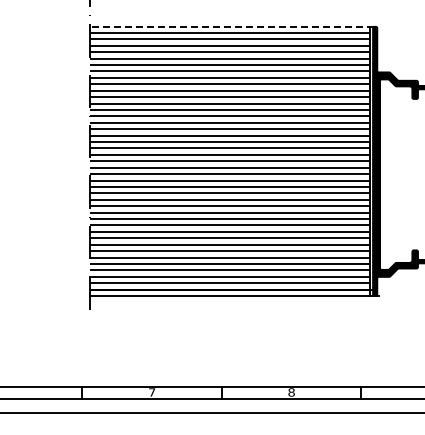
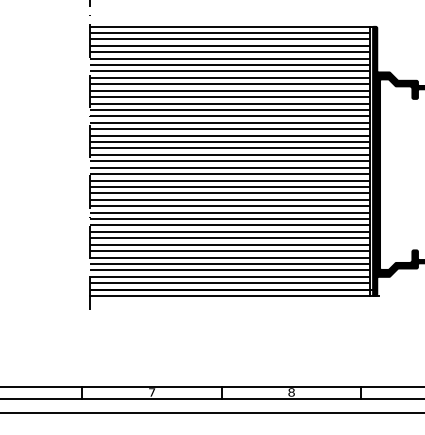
line at (231, 26): dashed -> solid
